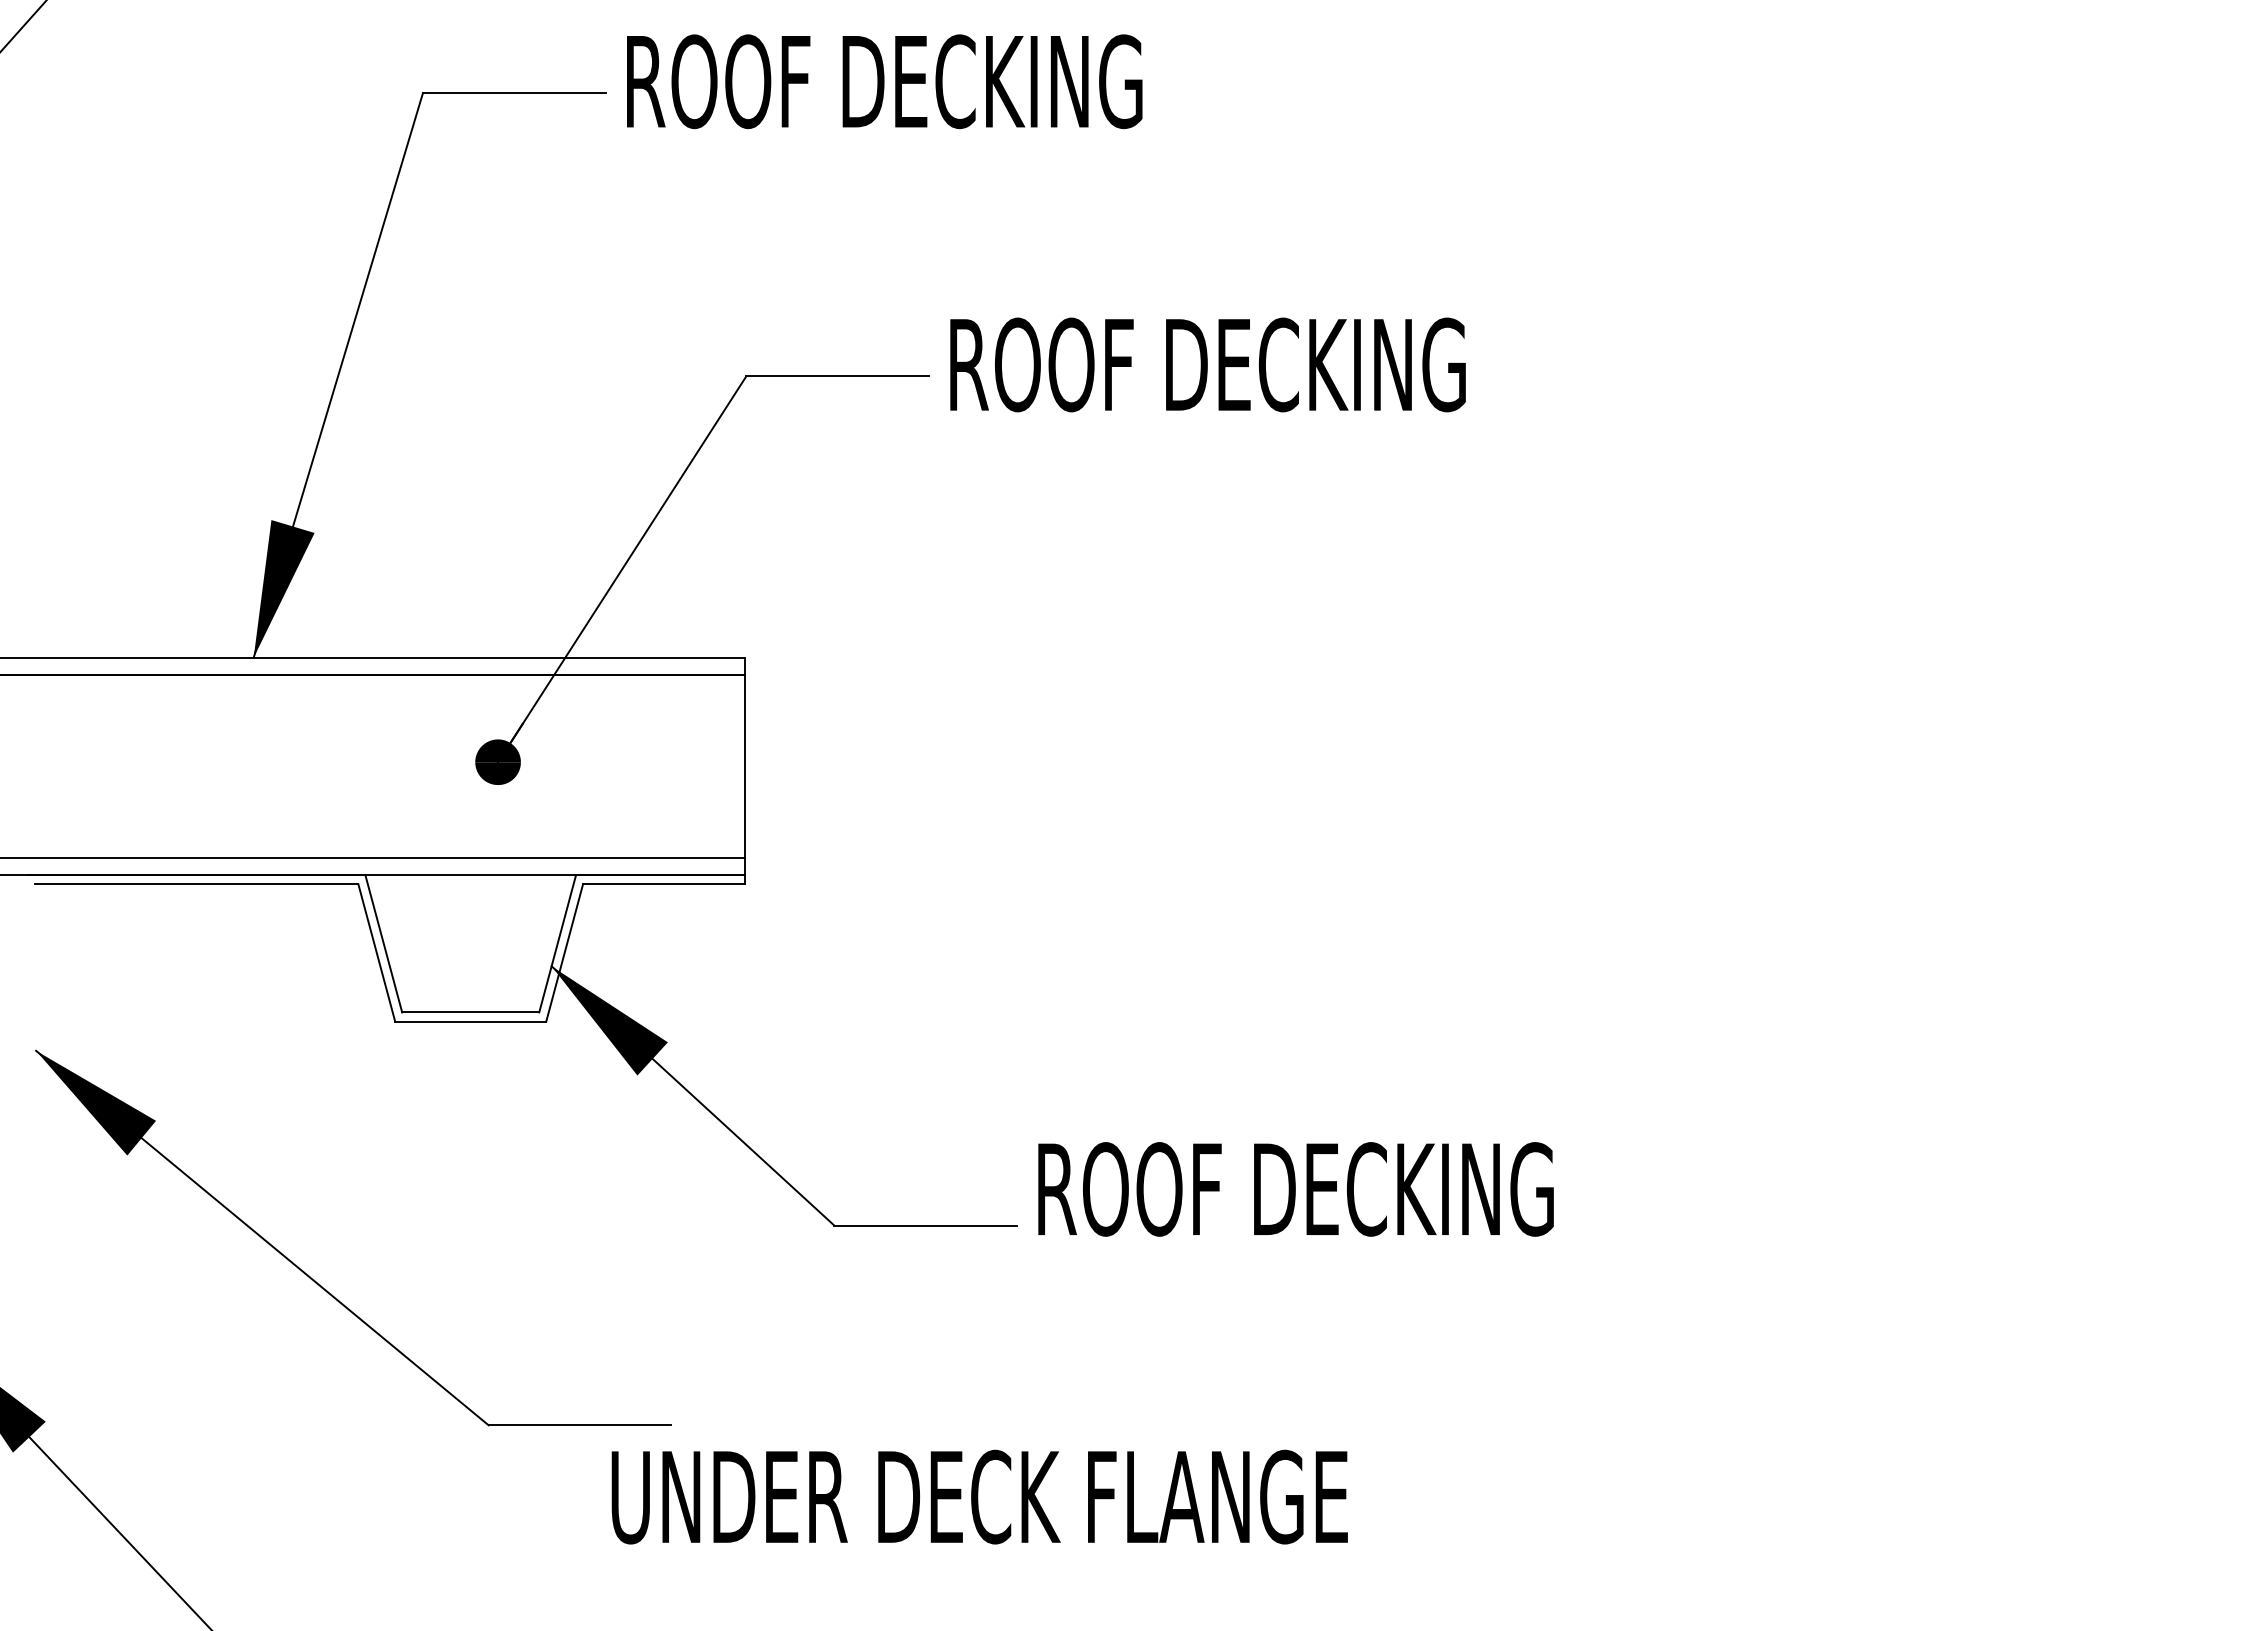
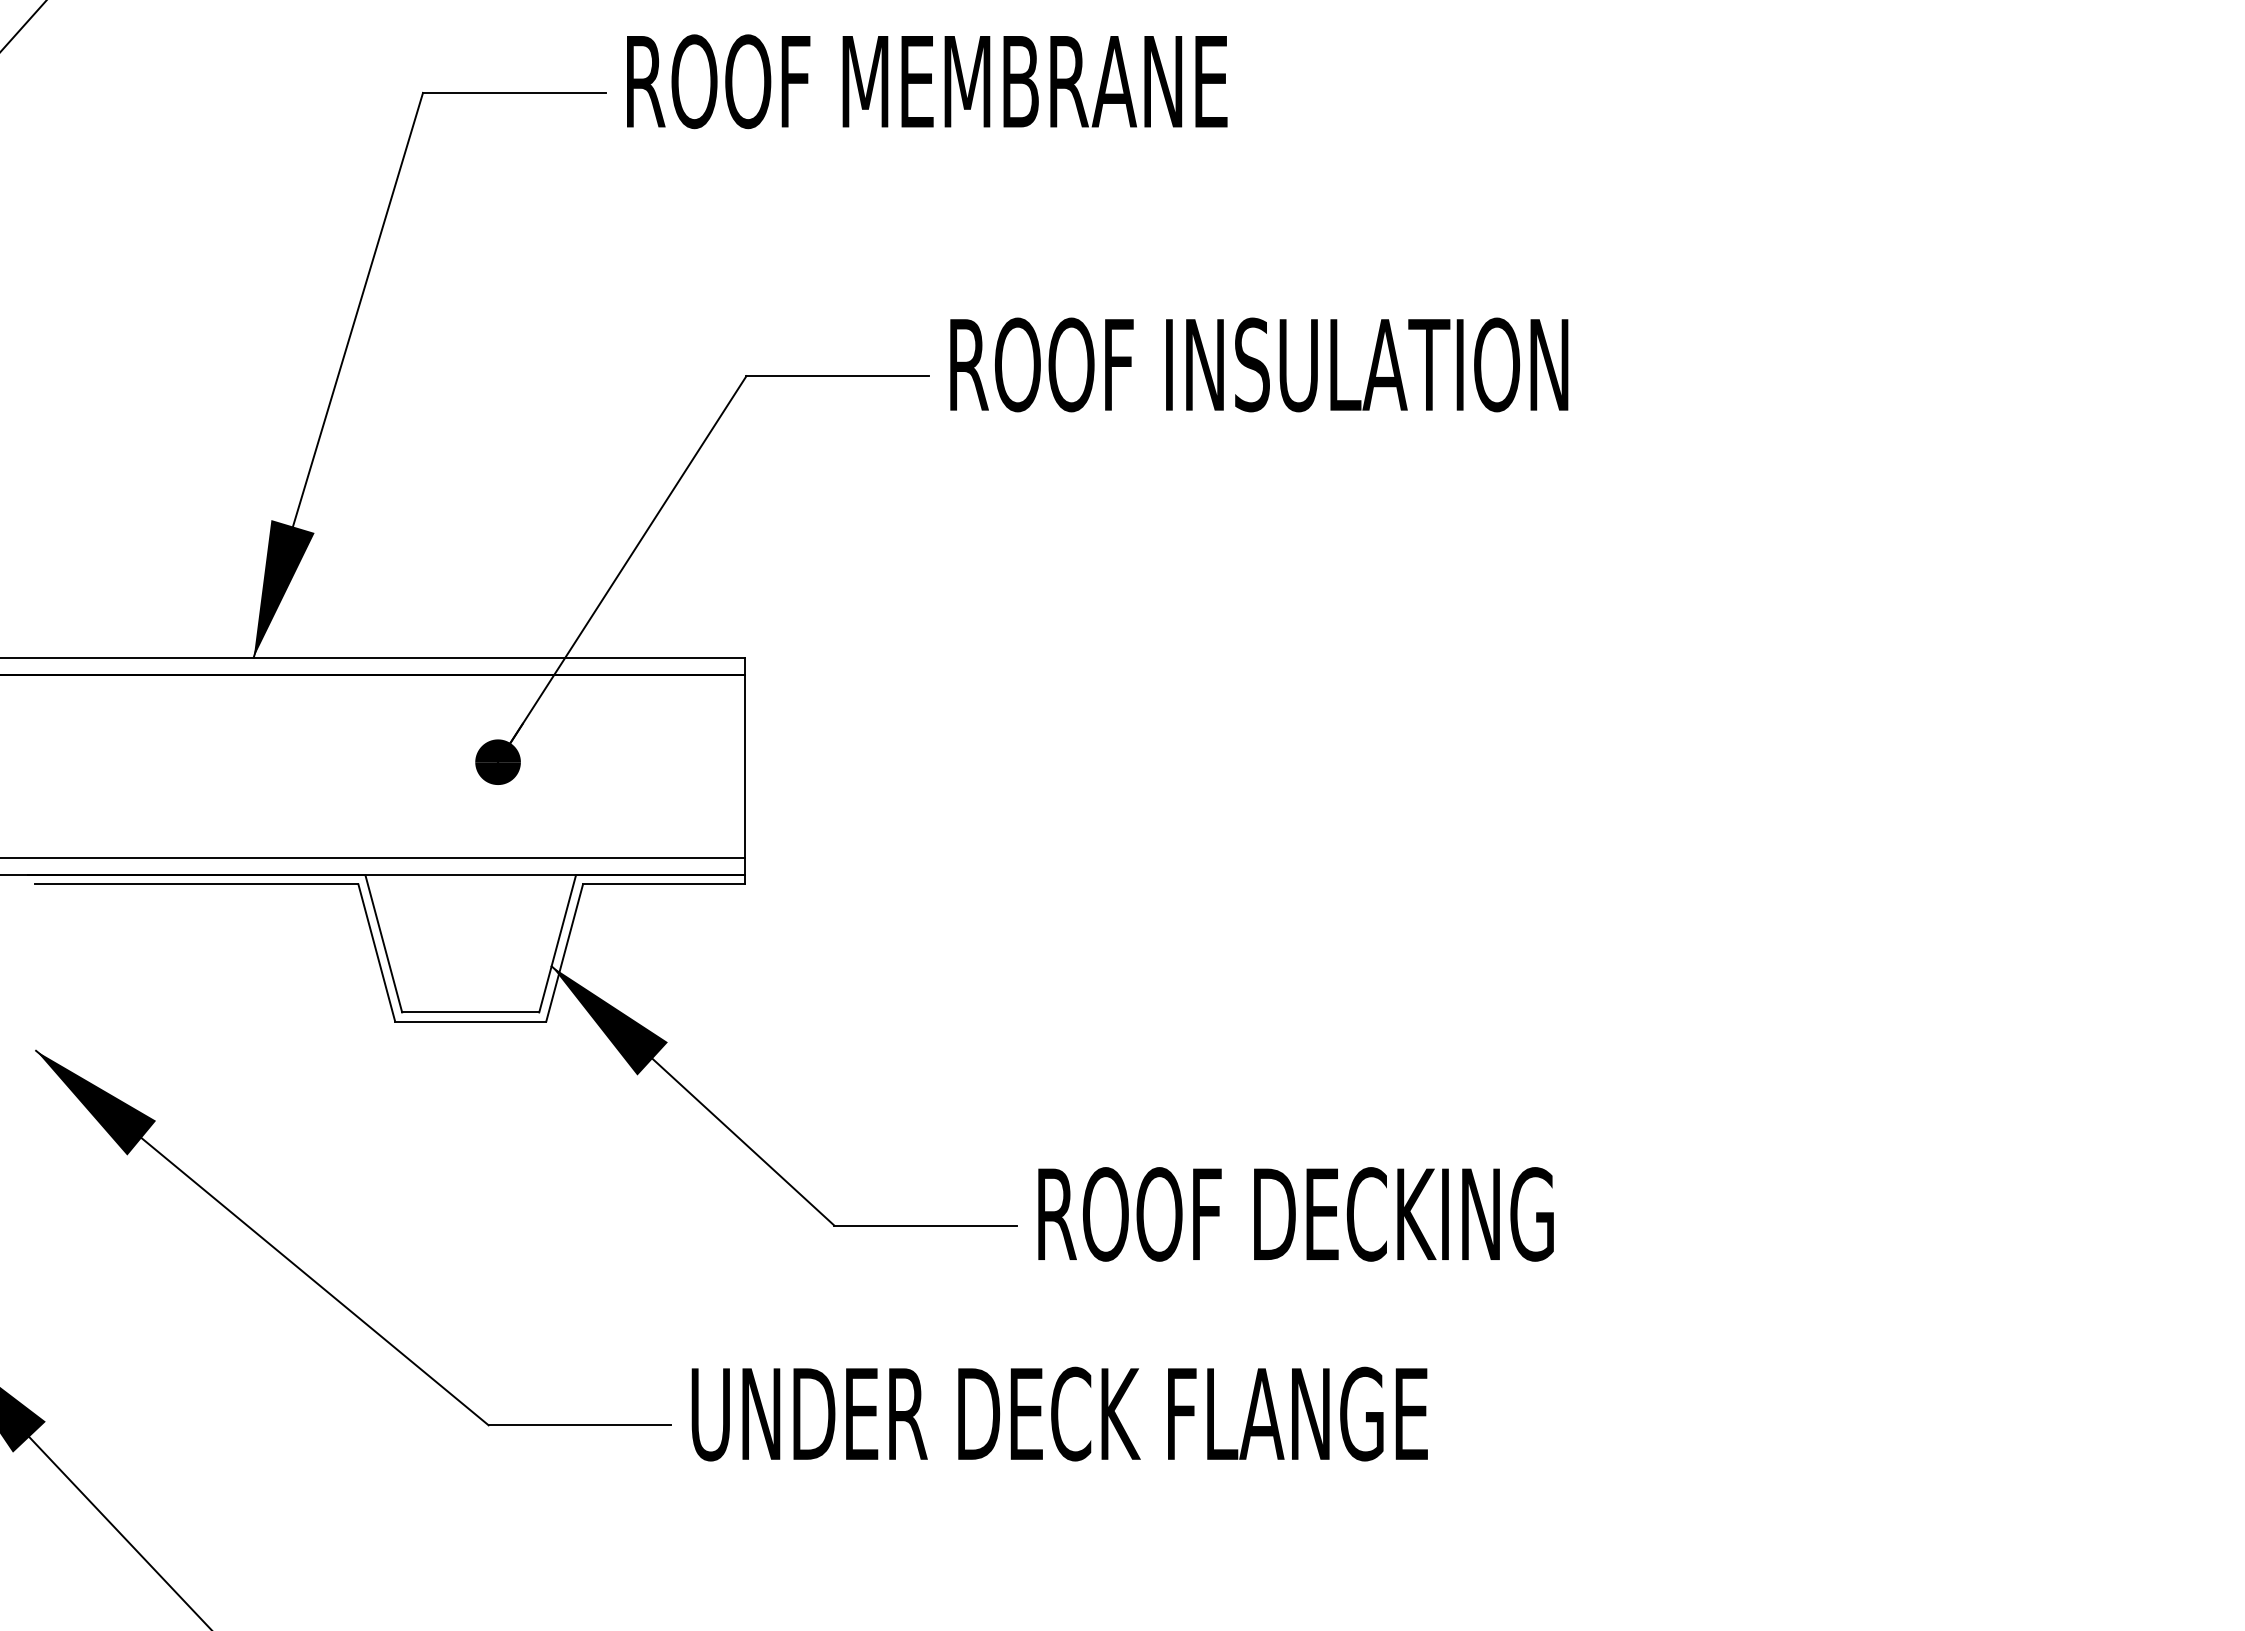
text at (1038, 81): ROOF DECKING -> ROOF MEMBRANE
text at (1370, 364): ROOF DECKING -> ROOF INSULATION
text at (1295, 1189) position: (1295, 1189) -> (1295, 1214)
text at (979, 1496) position: (979, 1496) -> (1059, 1413)
